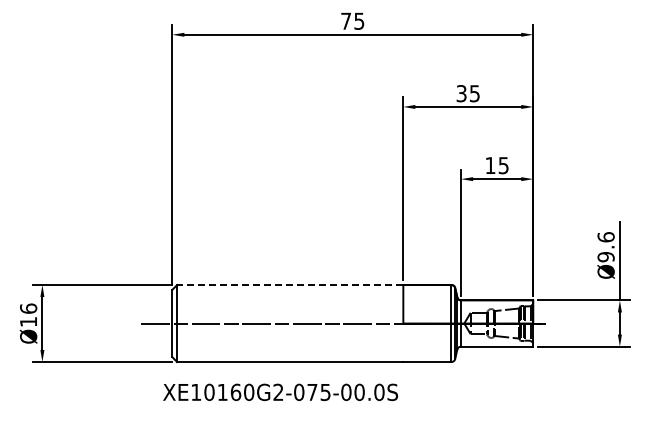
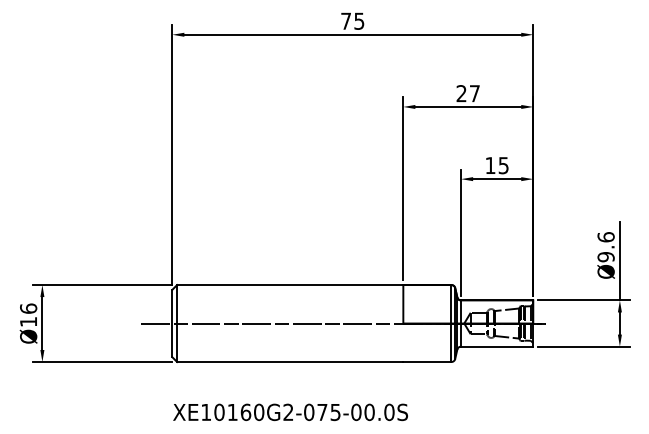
text at (467, 93): 35 -> 27
line at (289, 285): dashed -> solid
text at (280, 392) position: (280, 392) -> (290, 412)
